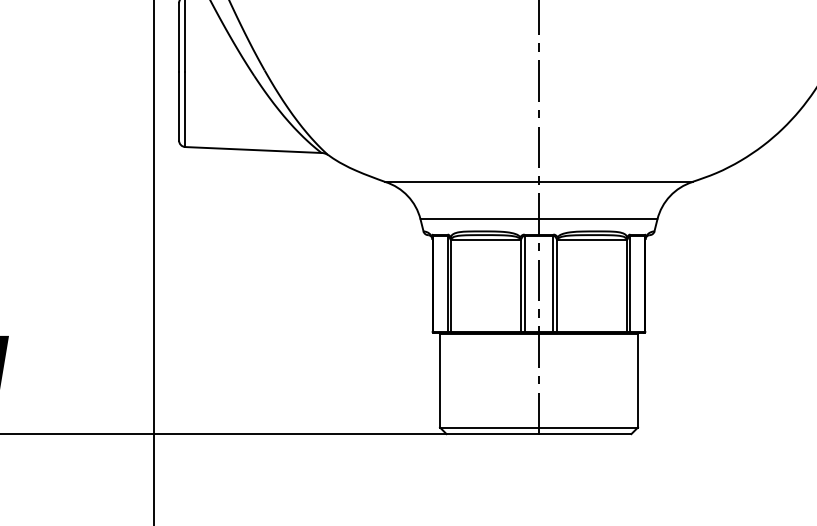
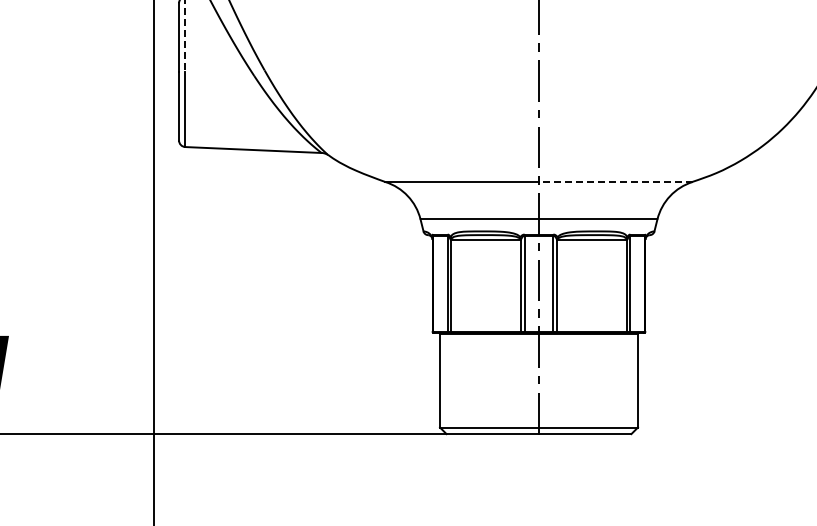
line at (185, 36): solid -> dashed
line at (615, 182): solid -> dashed
